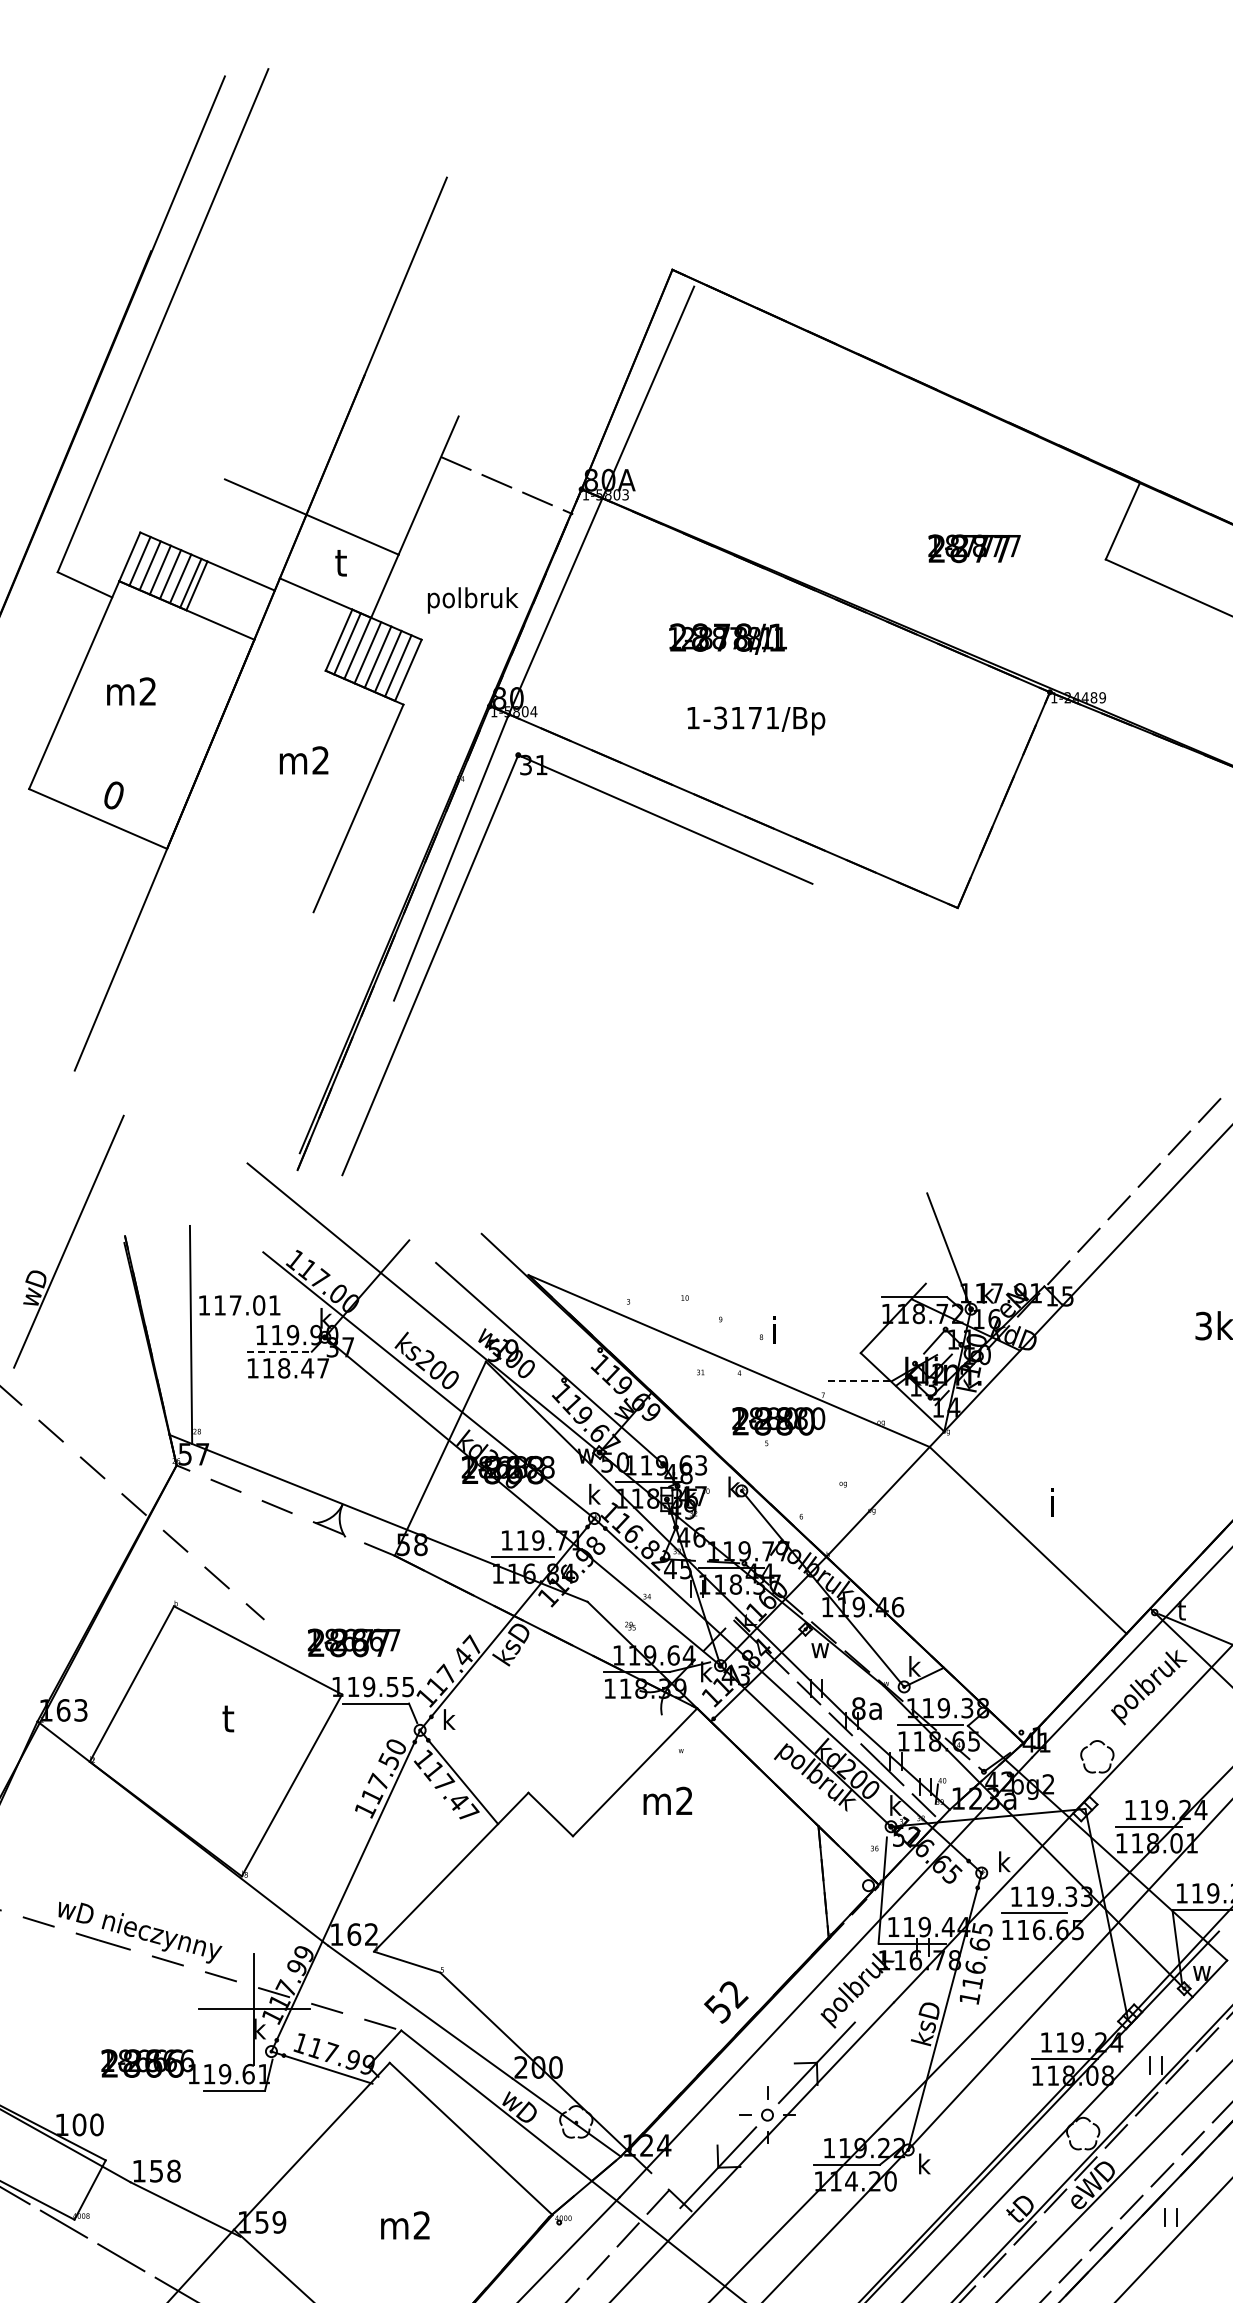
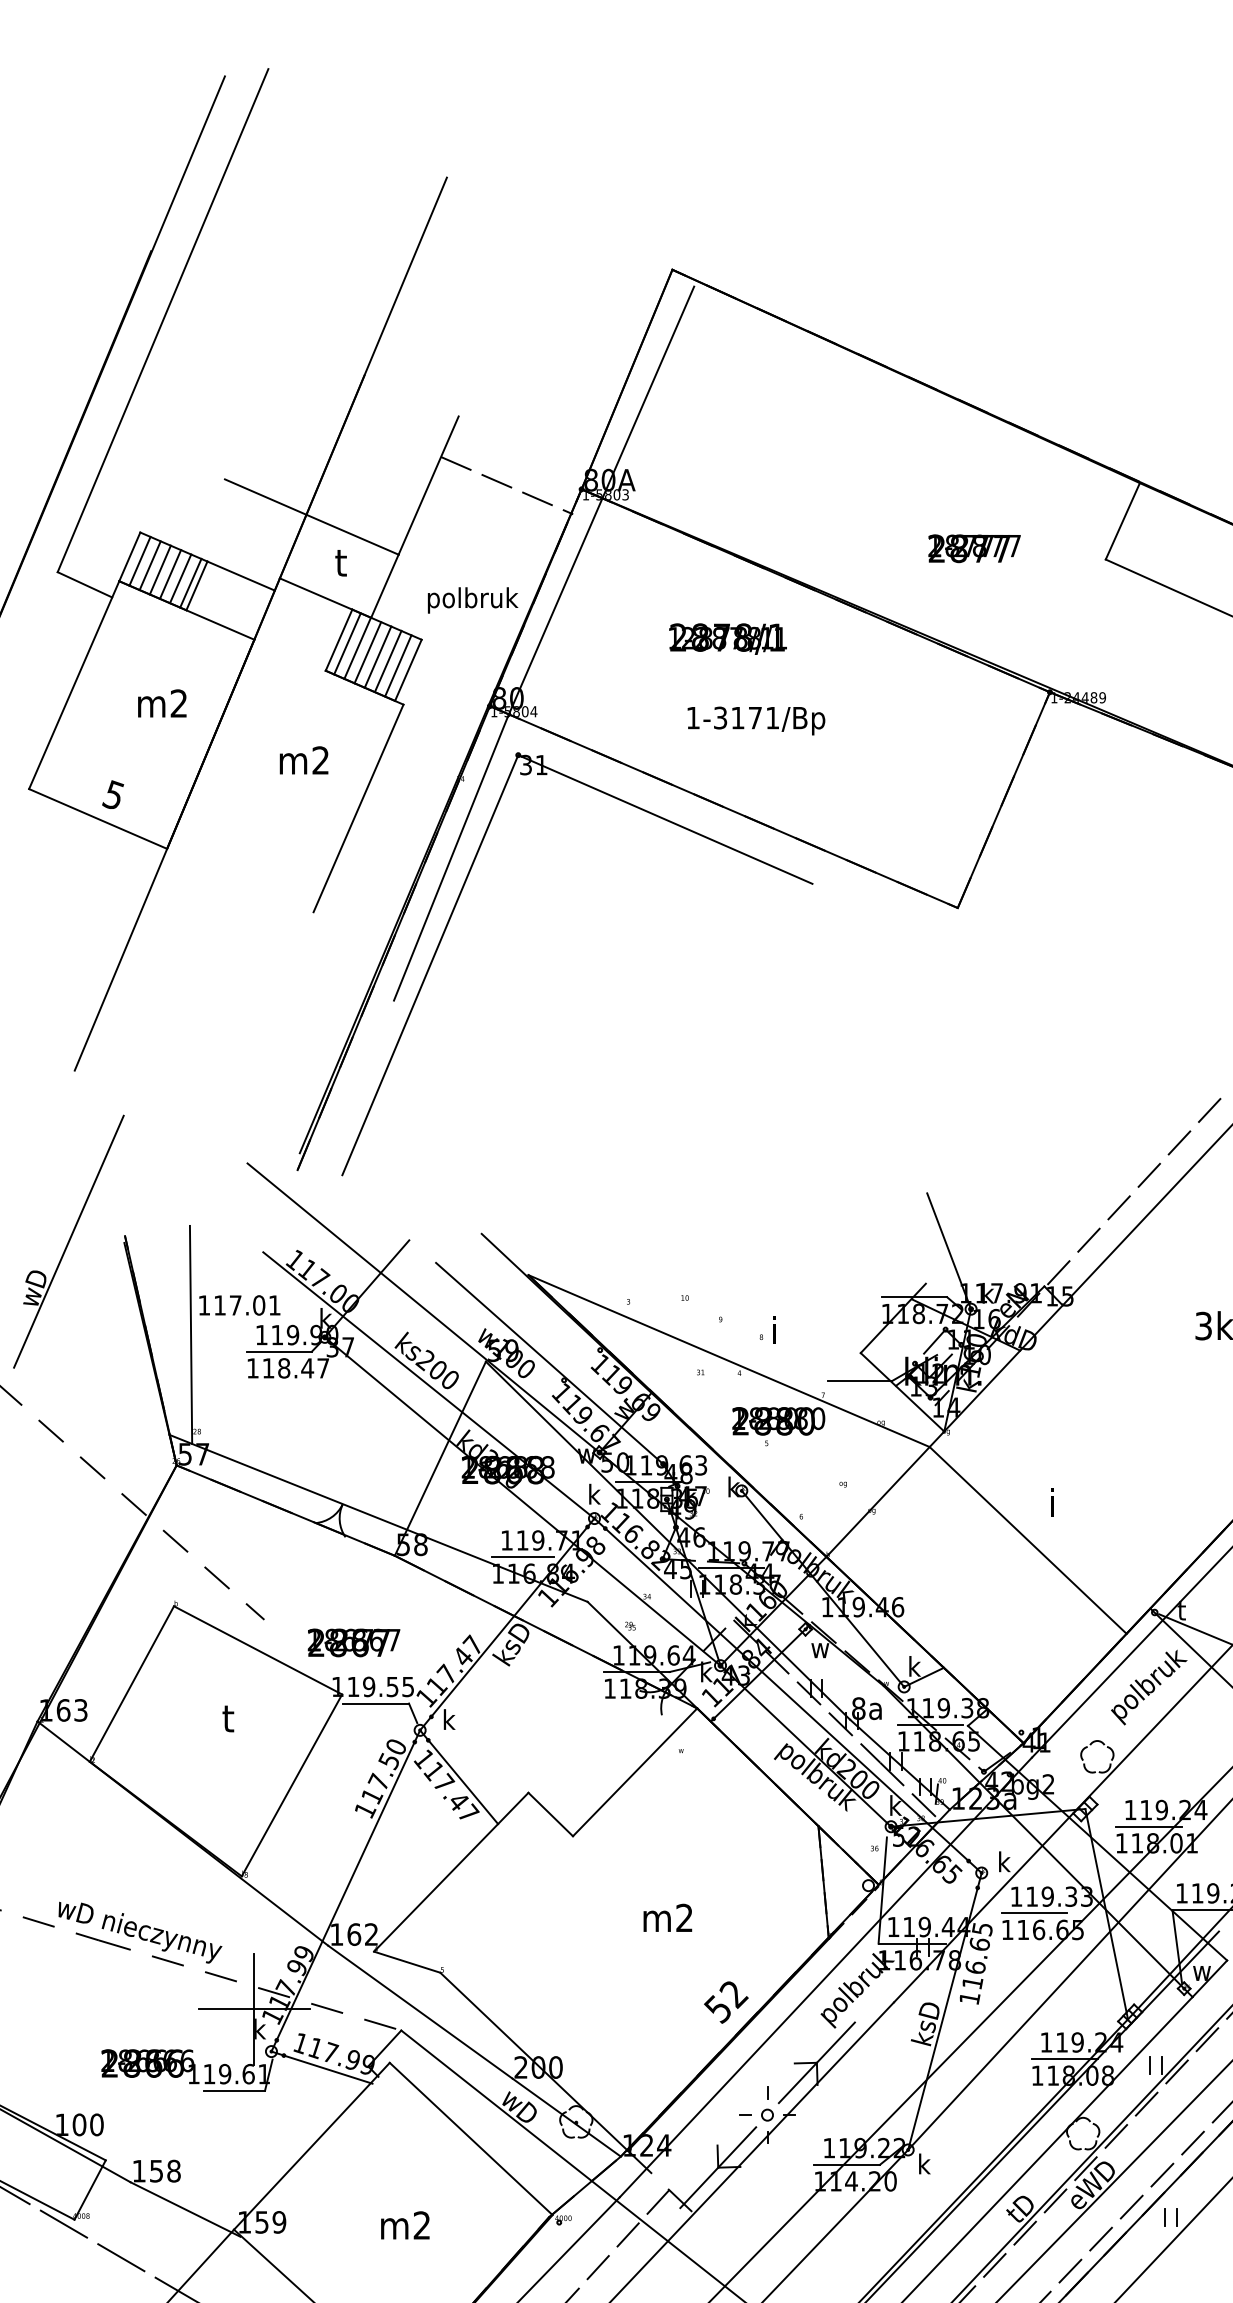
text at (131, 691) position: (131, 691) -> (162, 703)
text at (113, 794): 0 -> 5
line at (279, 1351): dashed -> solid
line at (860, 1380): dashed -> solid
line at (285, 1510): none -> present
text at (667, 1800) position: (667, 1800) -> (667, 1917)
